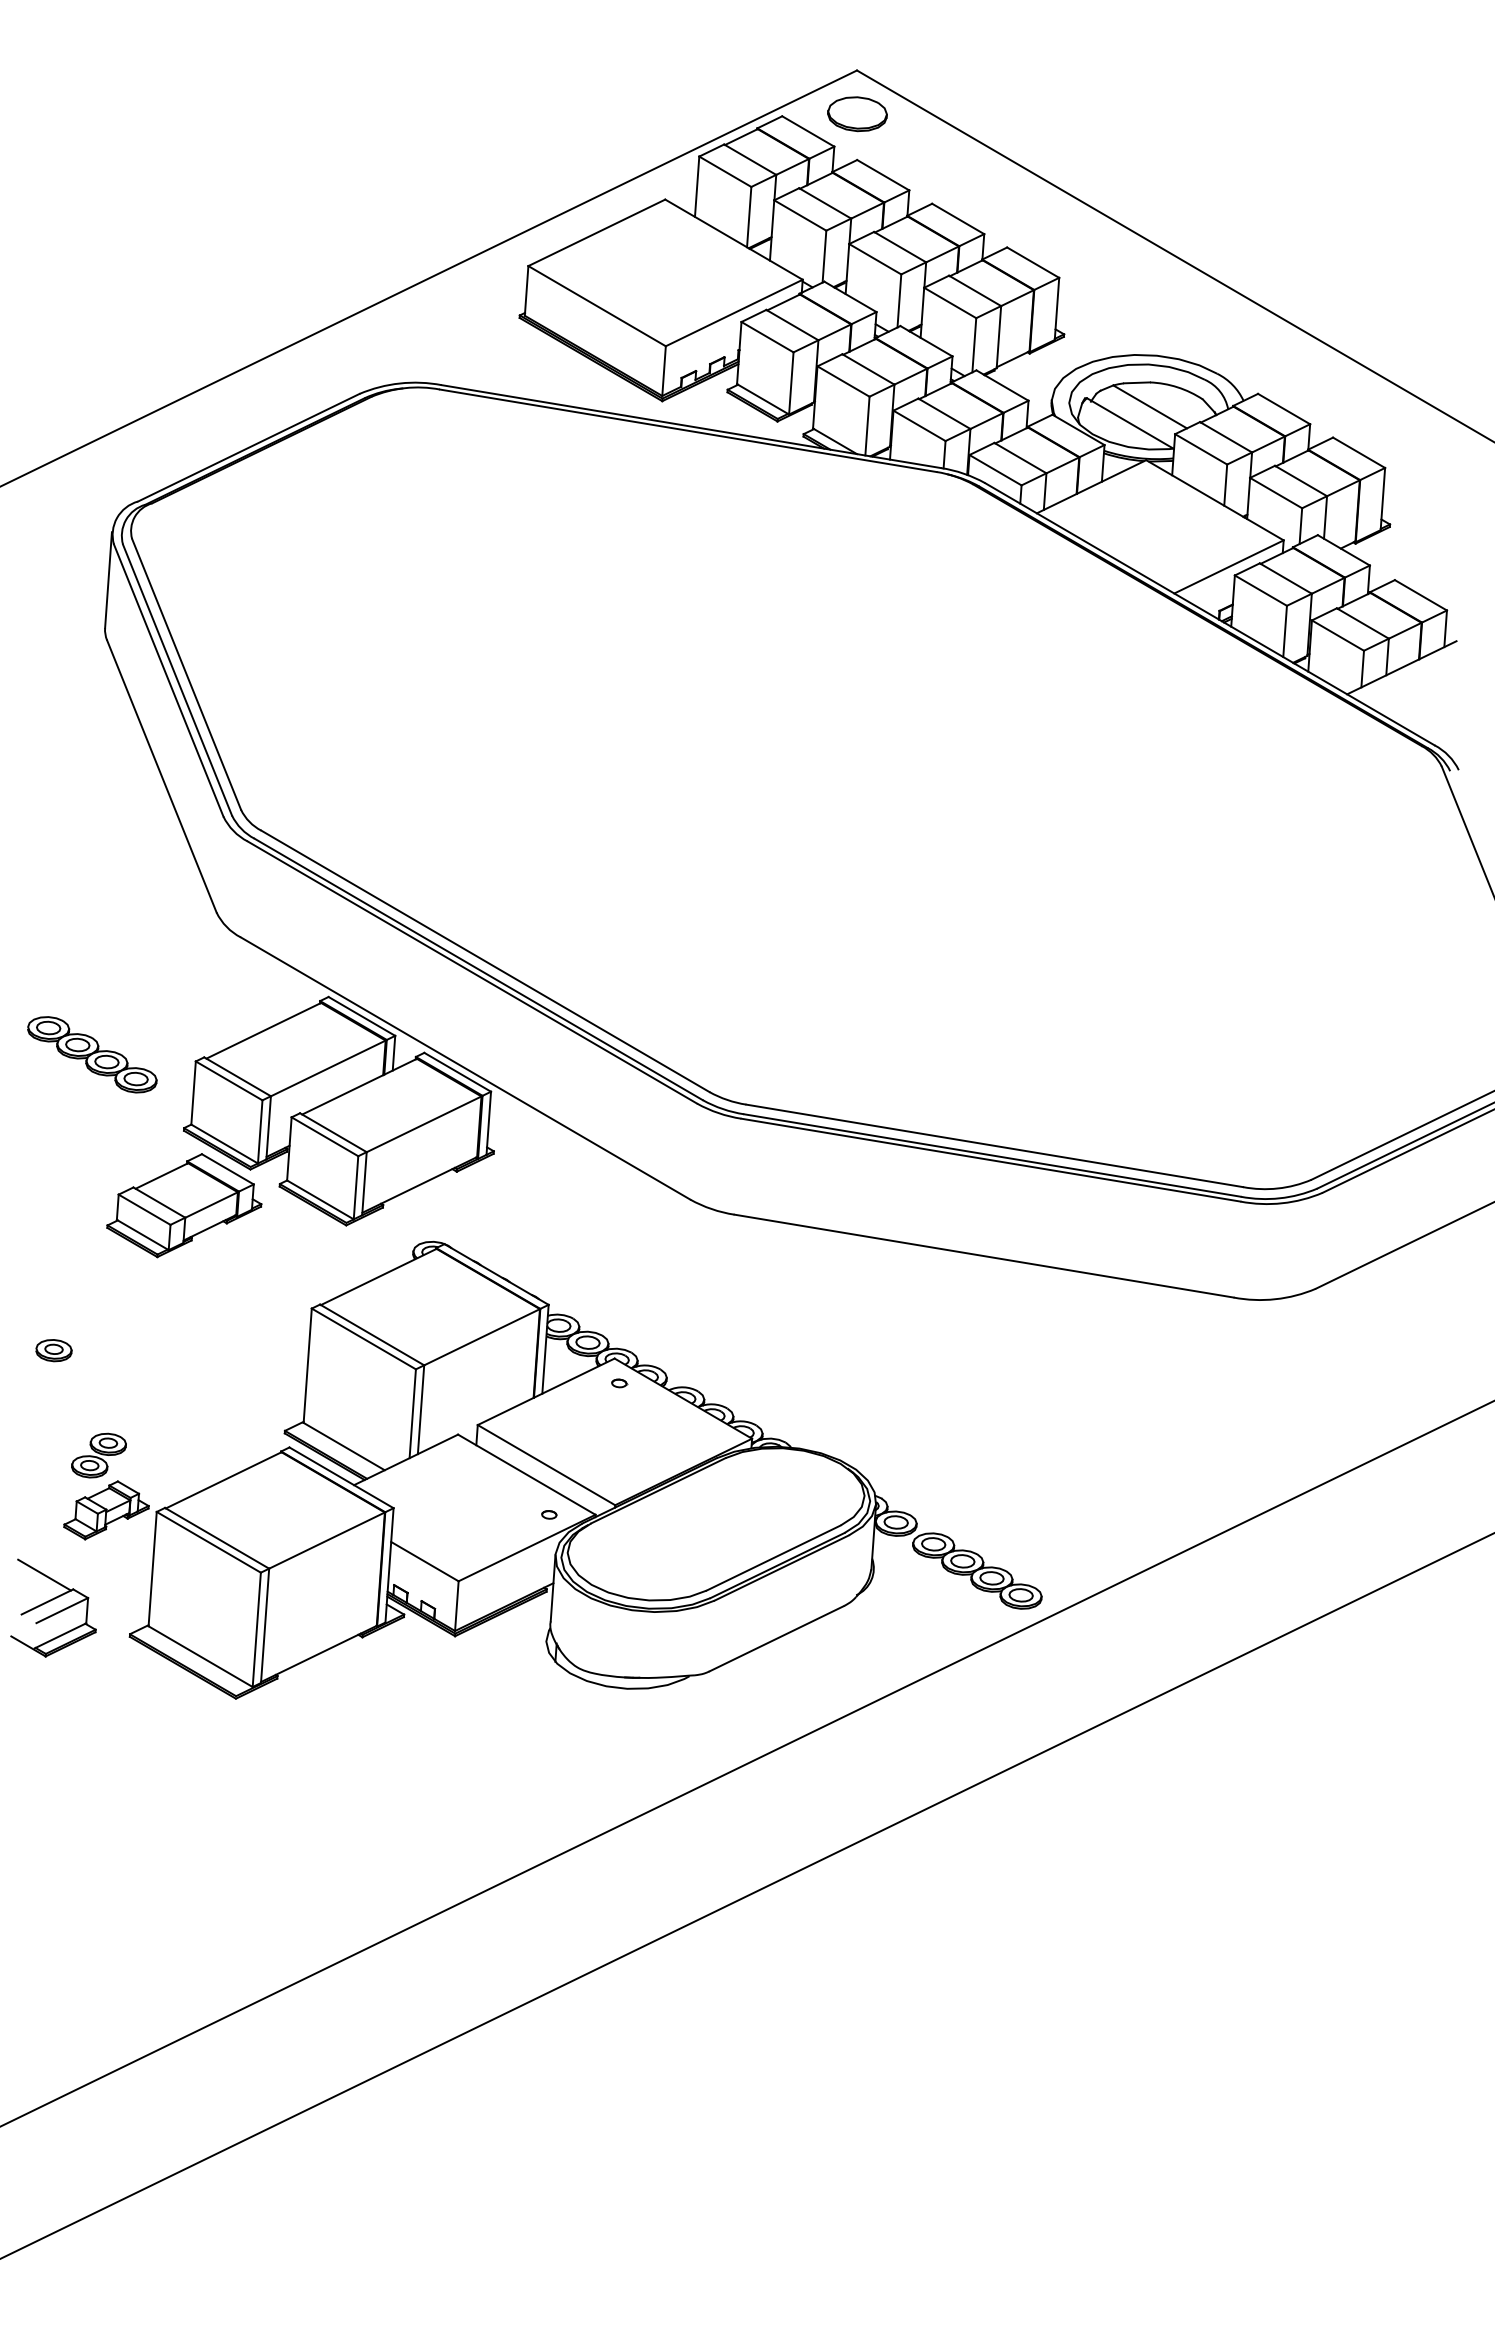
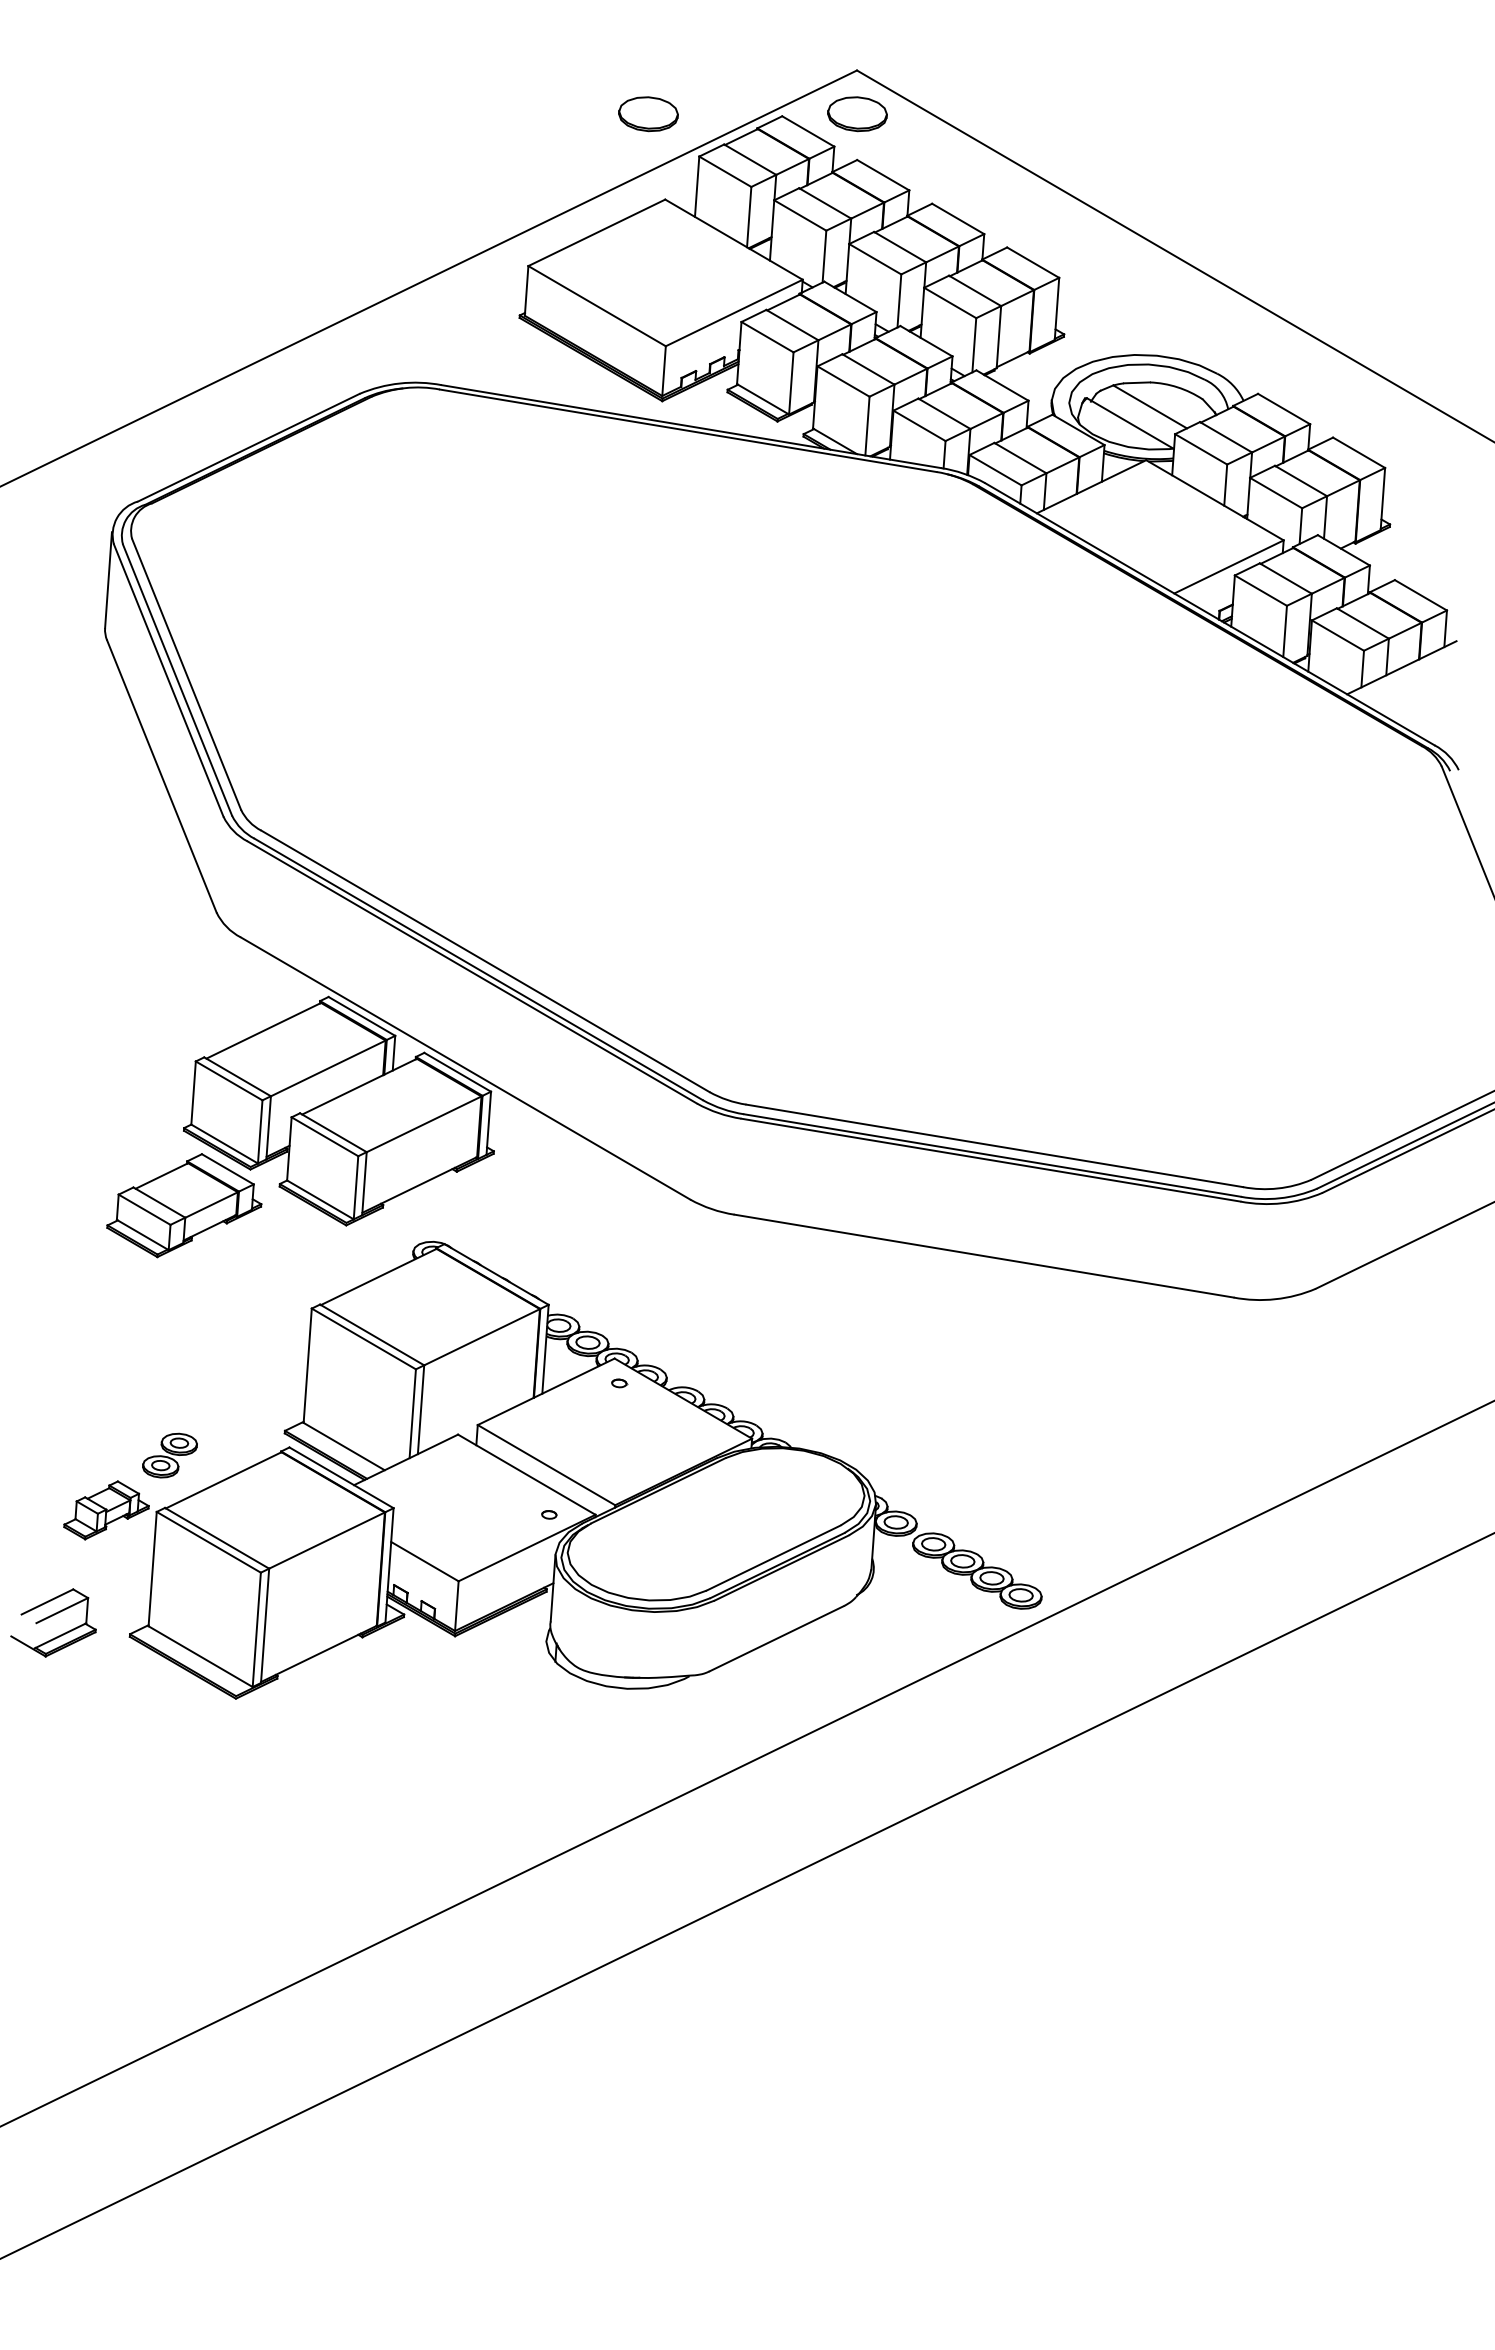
part at (648, 114): none -> present
part at (92, 1054): present -> none
part at (53, 1350): present -> none
part at (98, 1455) position: (98, 1455) -> (169, 1455)
line at (44, 1574): present -> none
